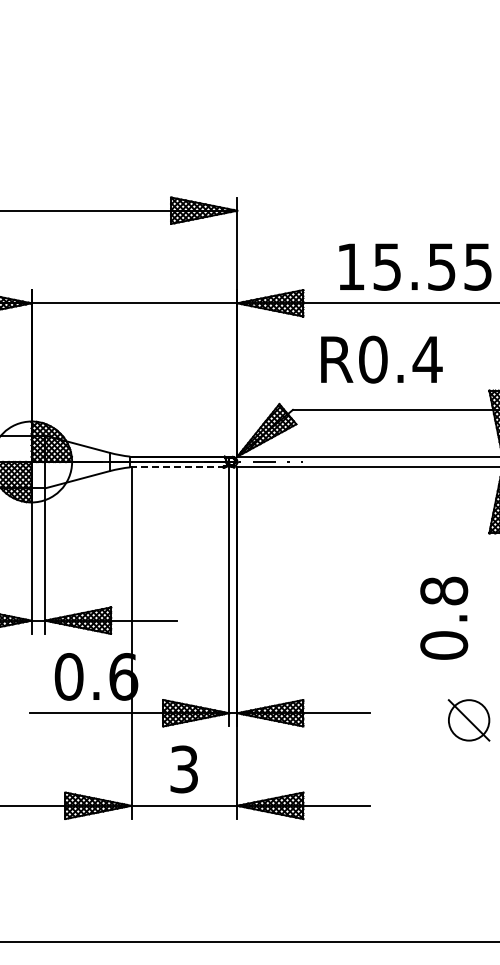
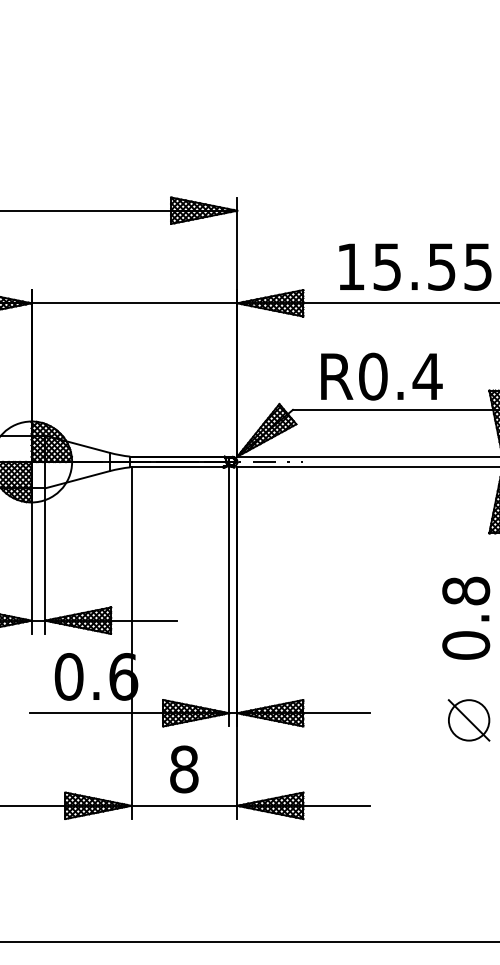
text at (381, 359) position: (381, 359) -> (381, 376)
line at (177, 467): dashed -> solid
text at (444, 617) position: (444, 617) -> (466, 617)
text at (184, 769): 3 -> 8
